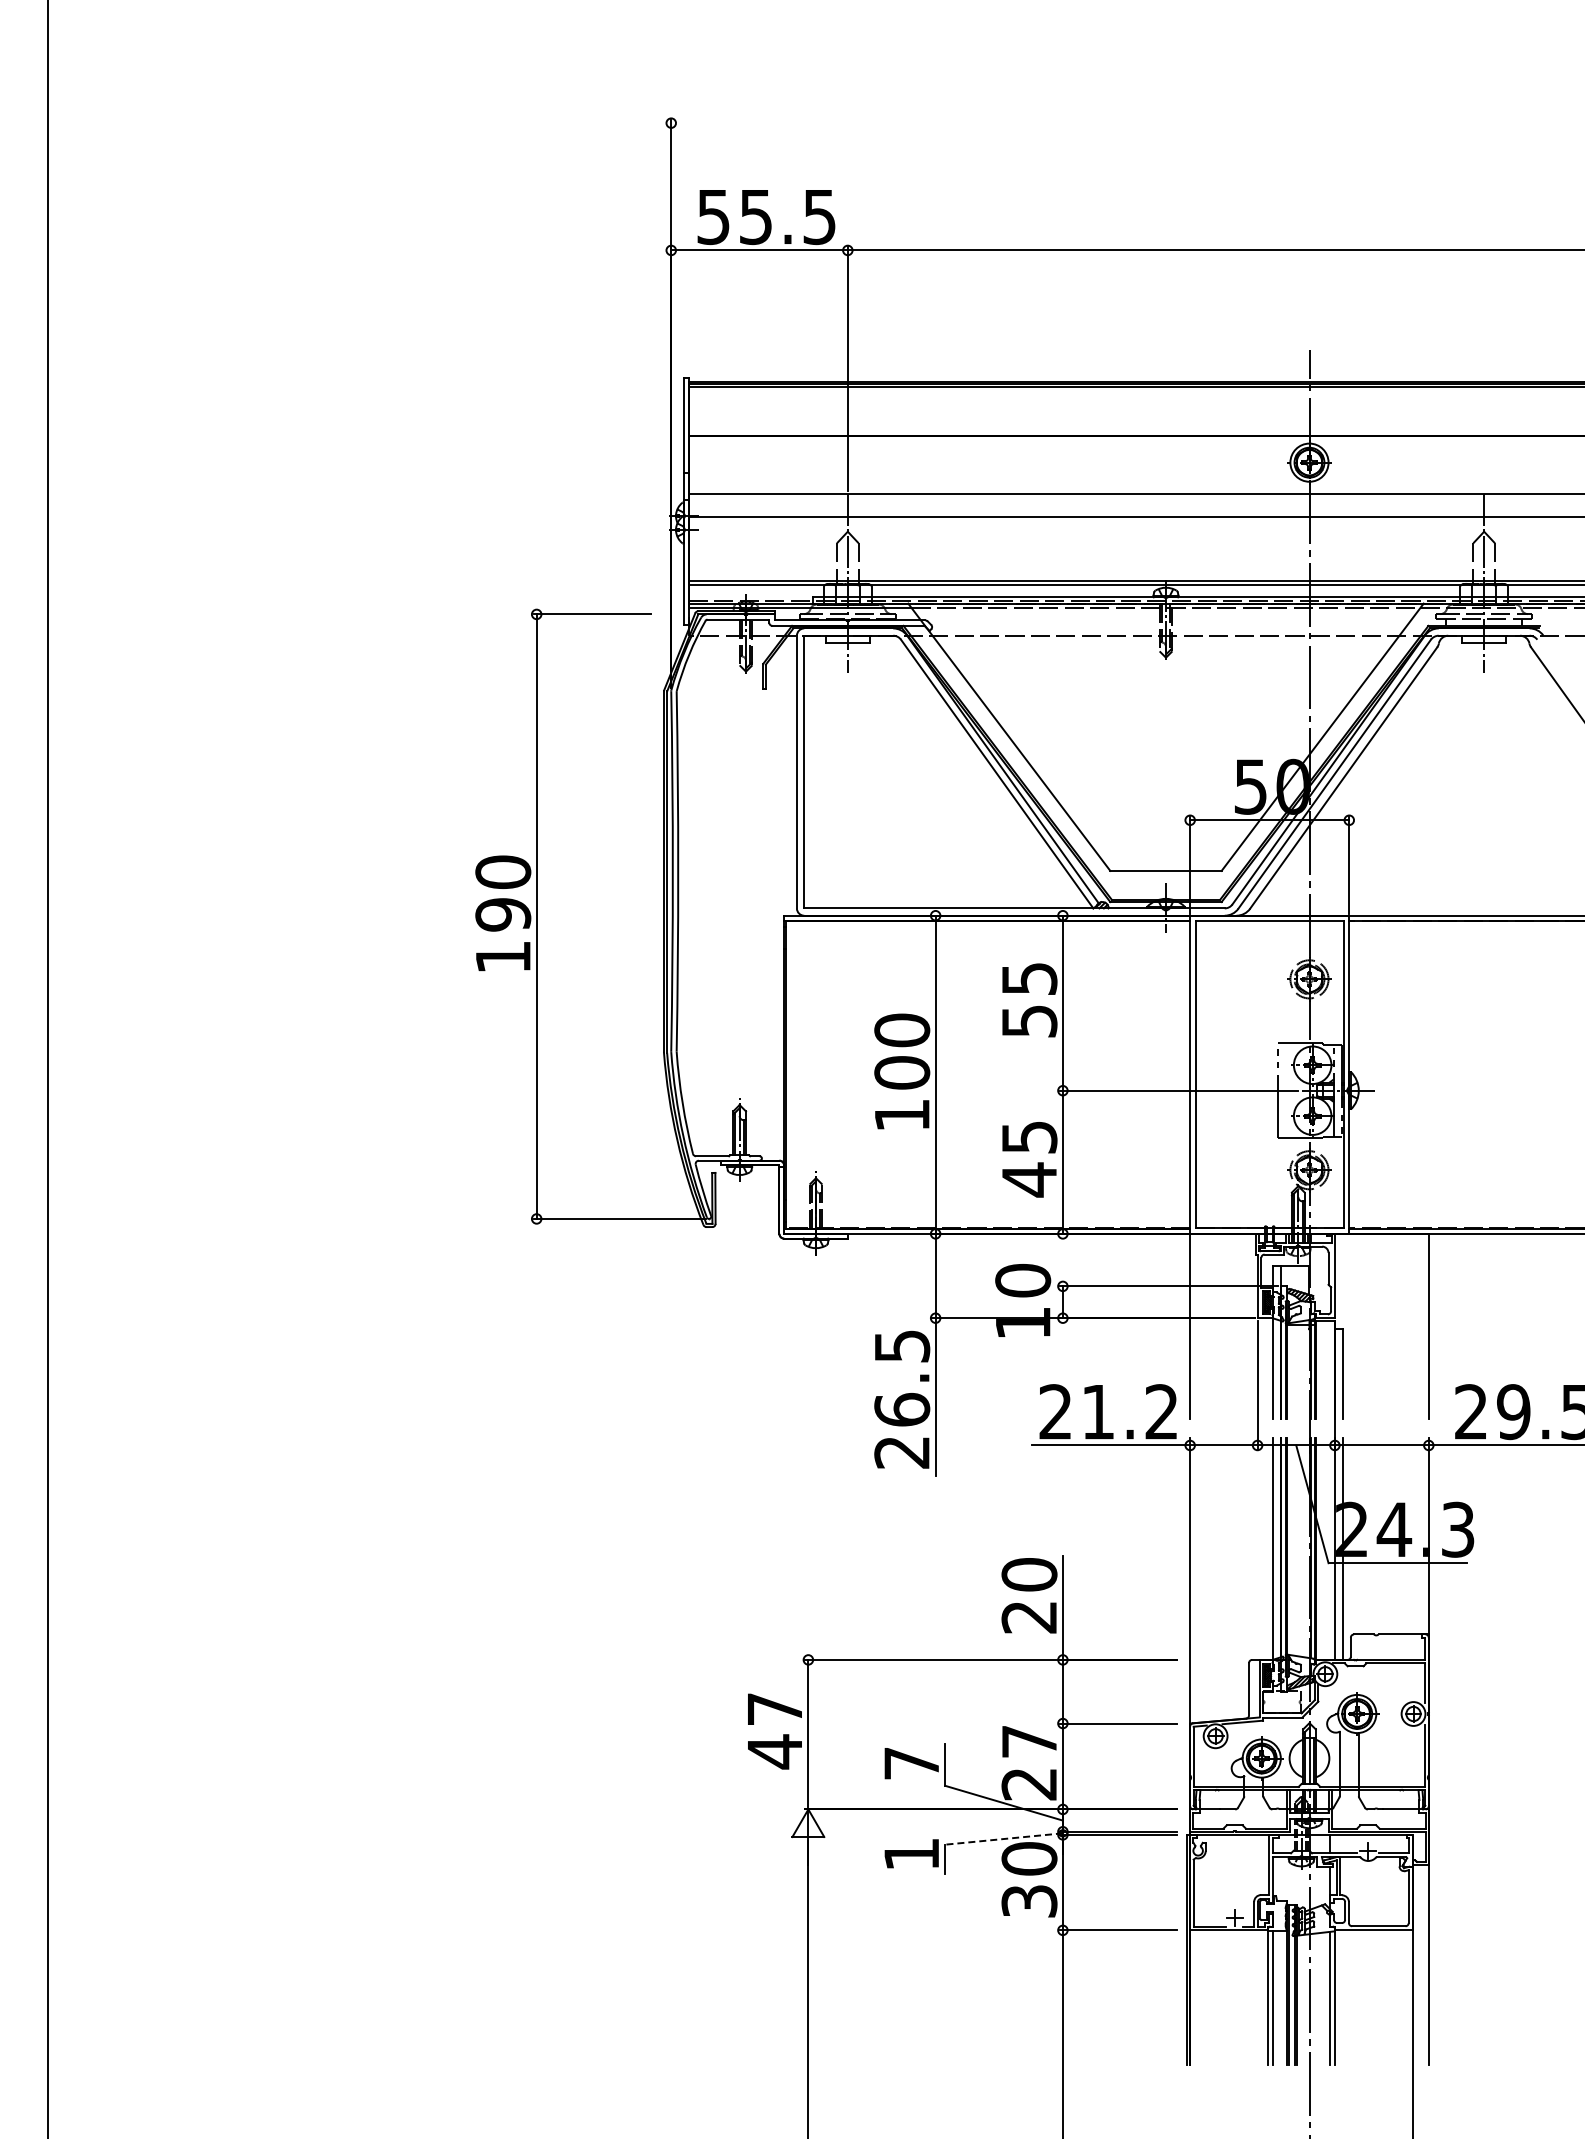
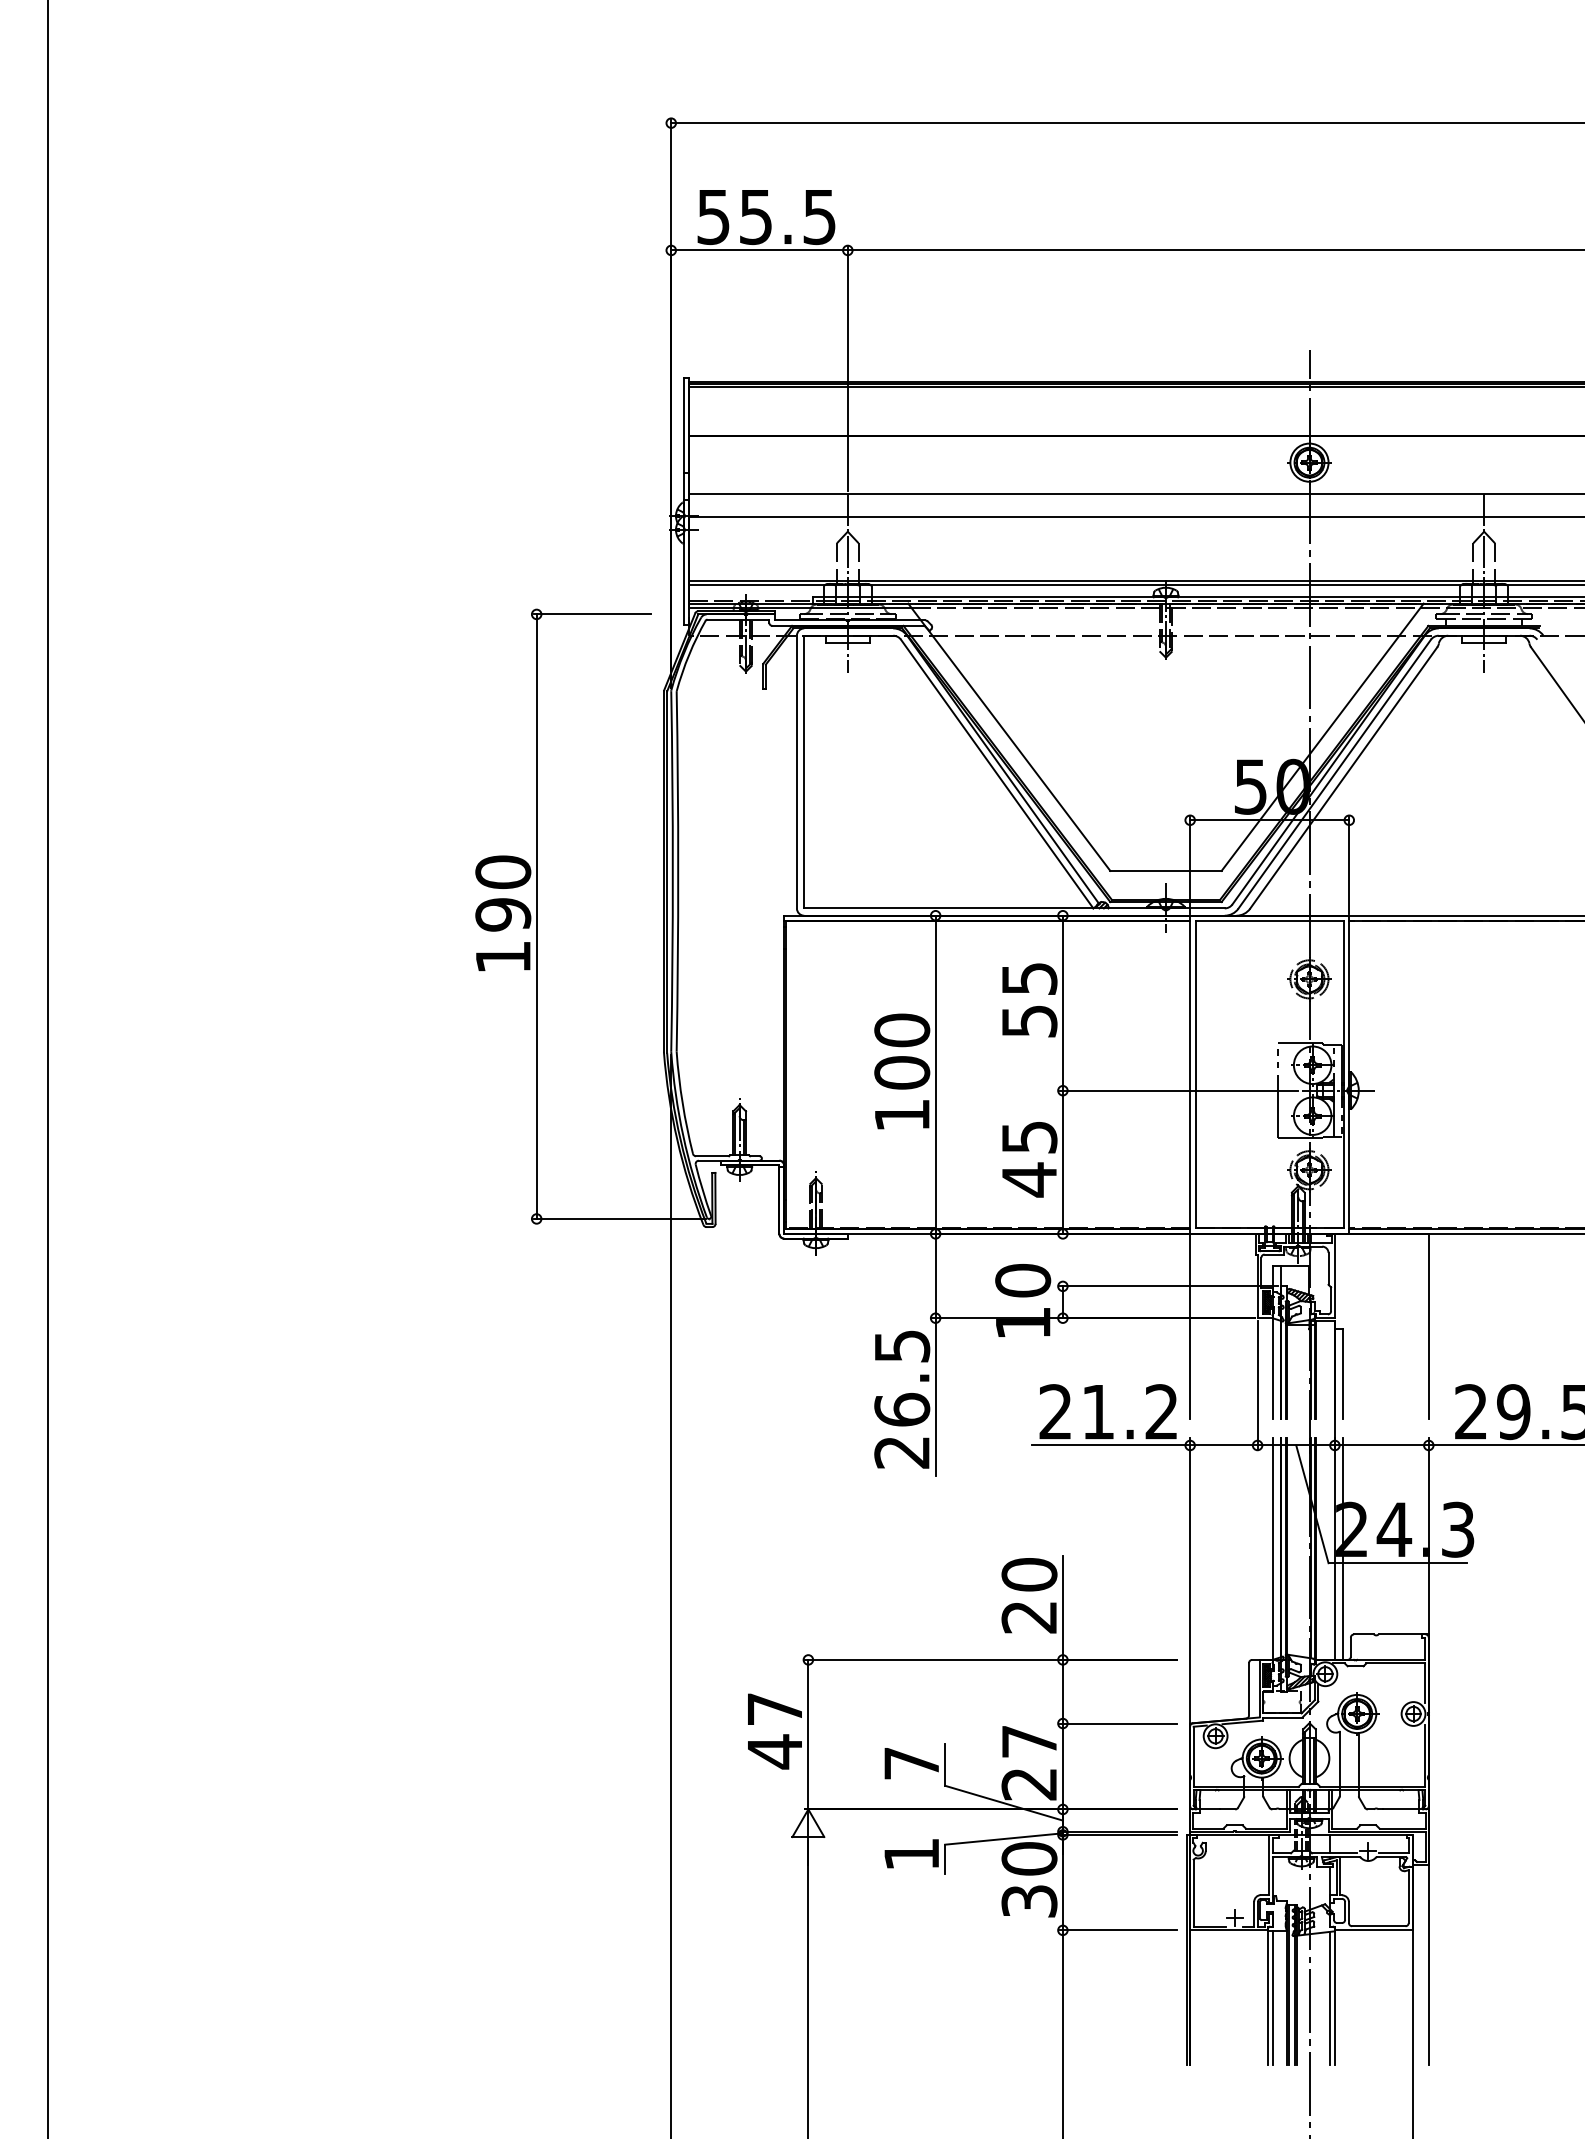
line at (1126, 123): none -> present
line at (671, 1595): none -> present
line at (1003, 1839): dashed -> solid
